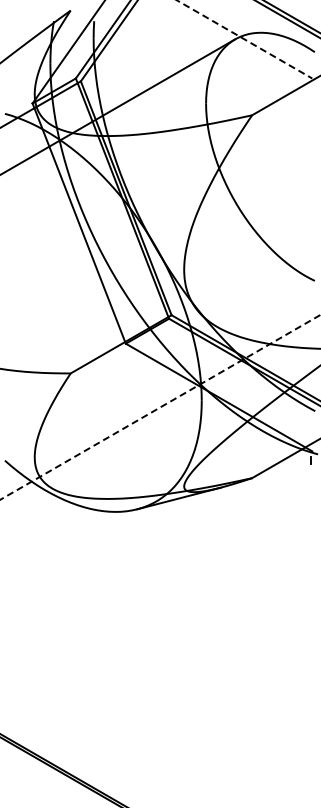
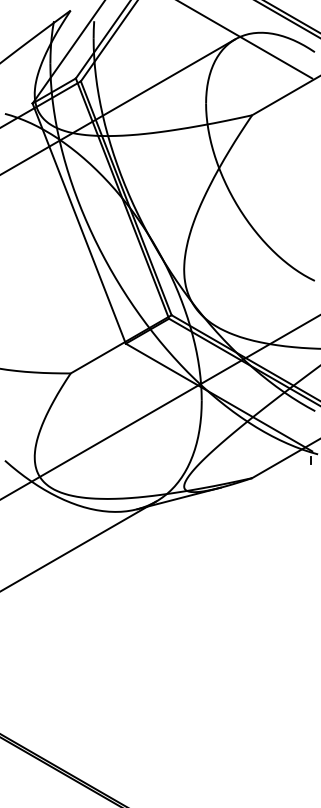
line at (244, 39): dashed -> solid
line at (160, 407): dashed -> solid
line at (79, 545): none -> present
